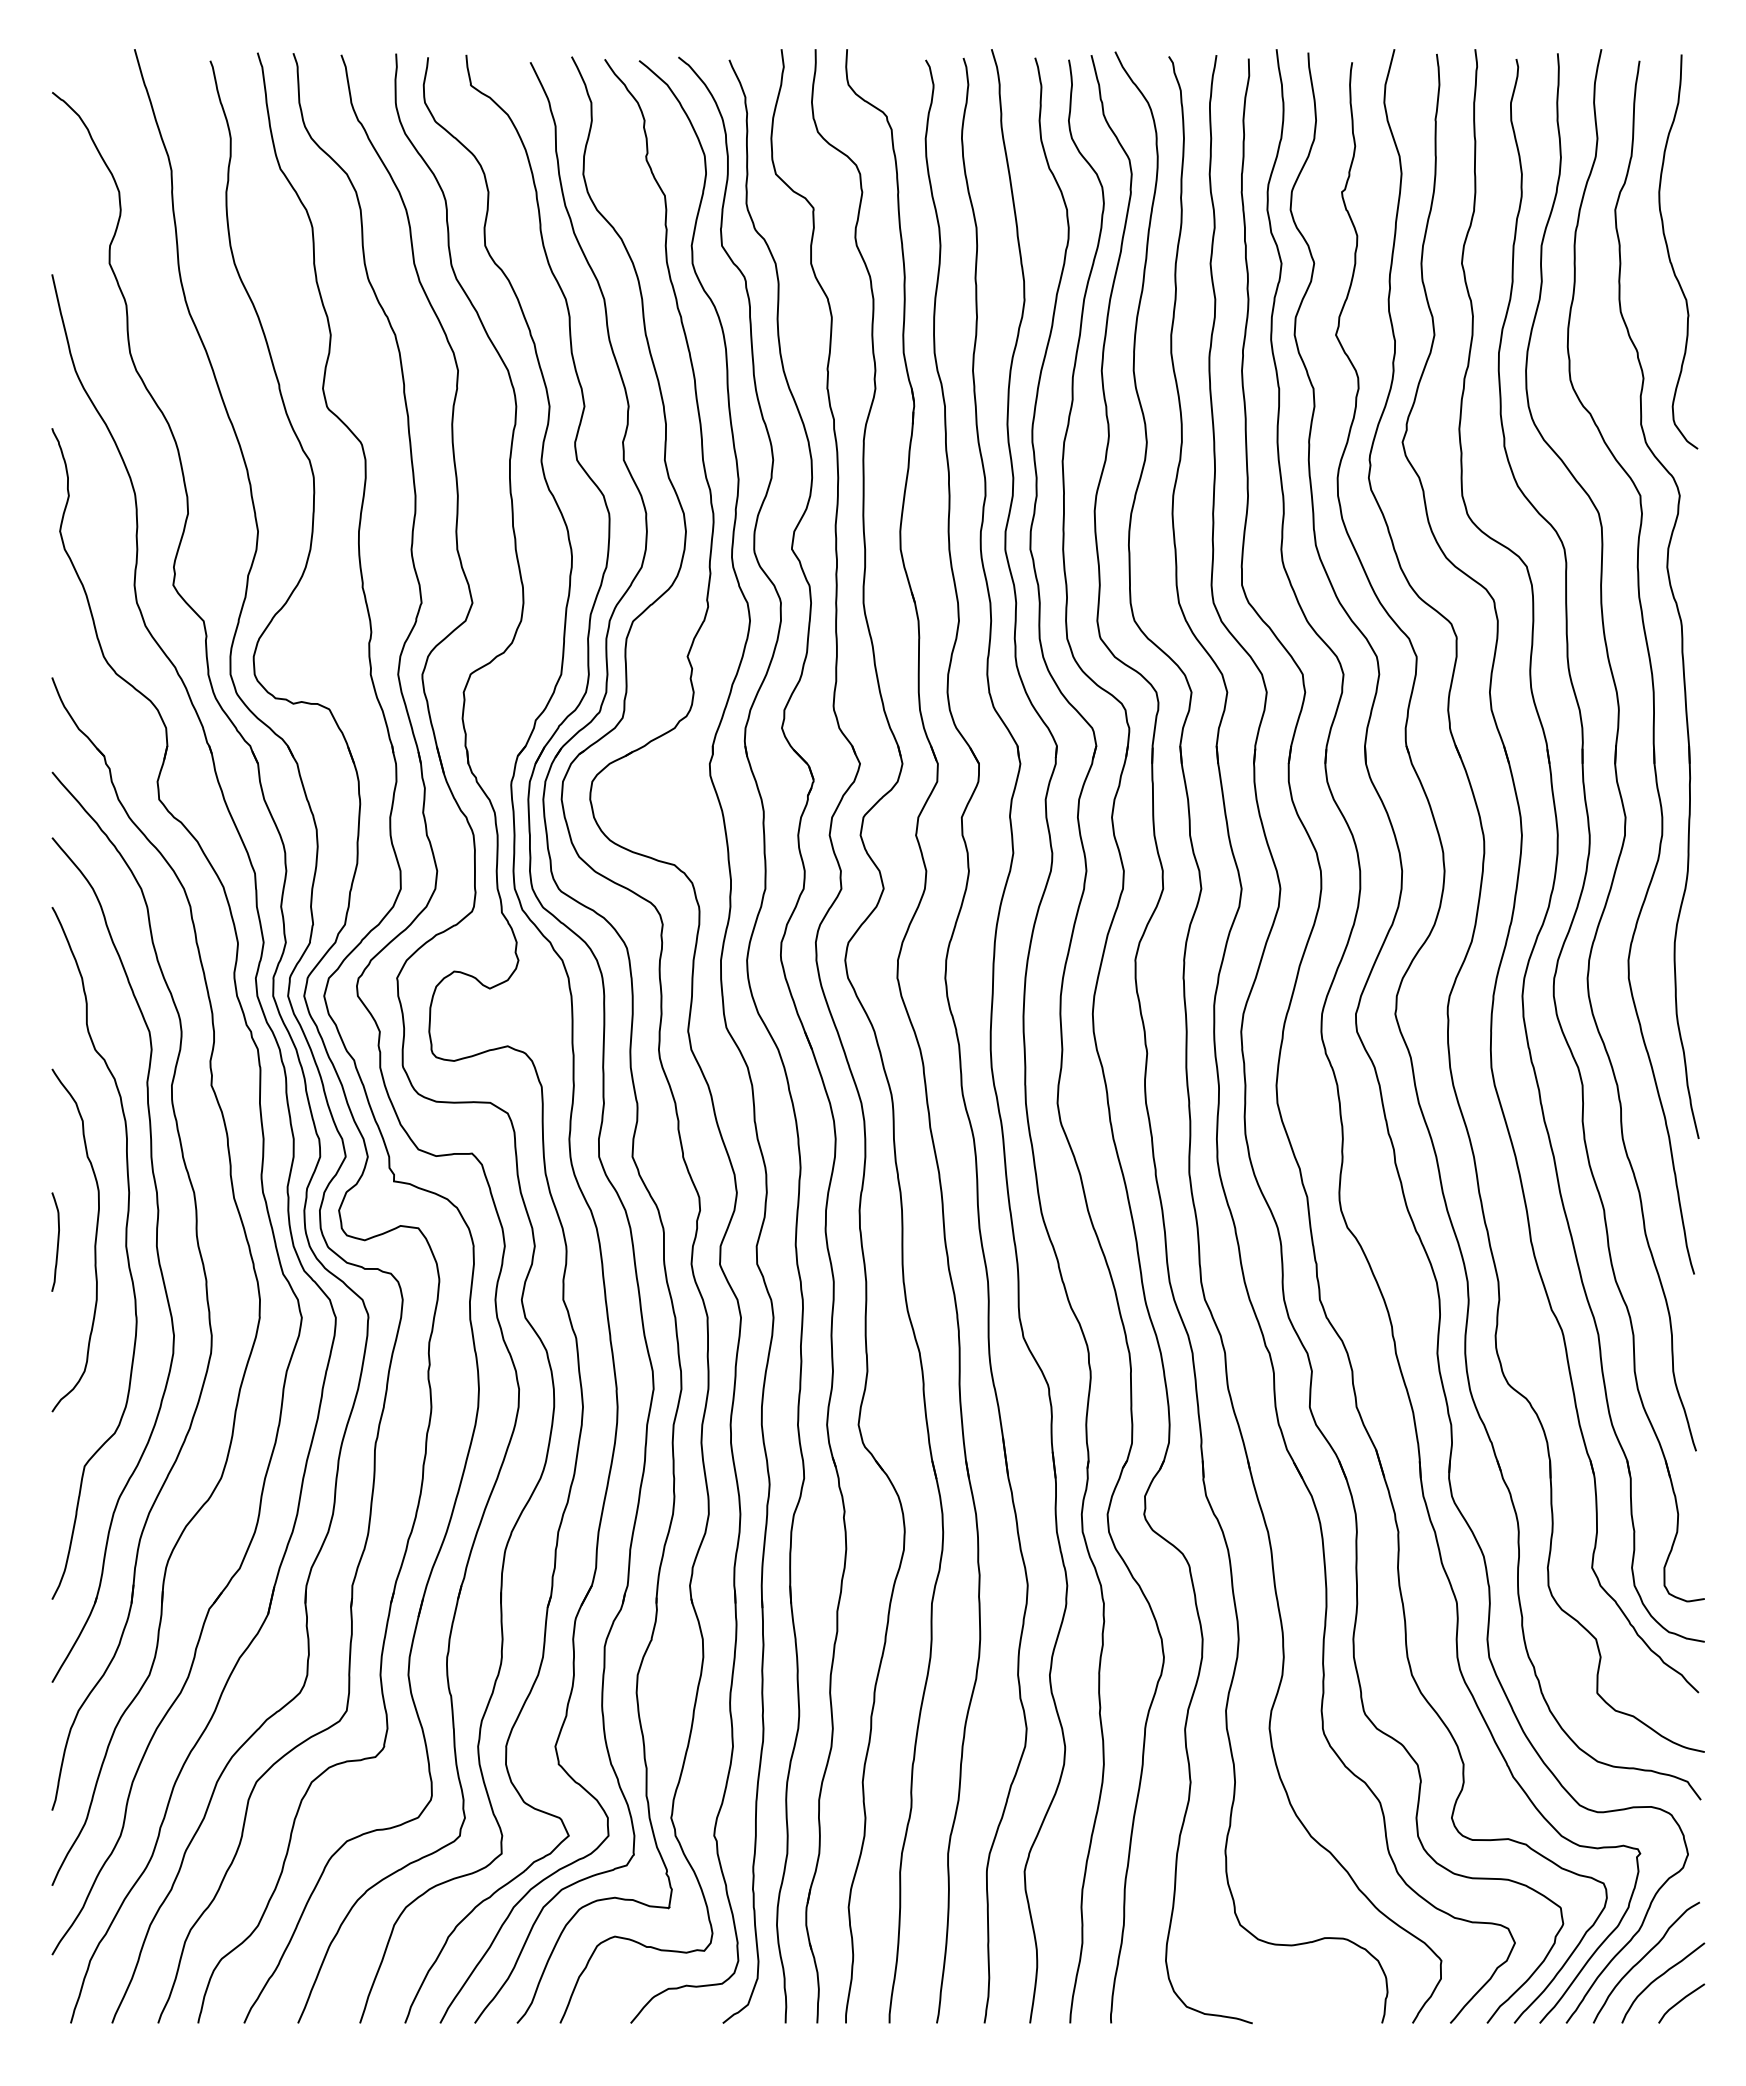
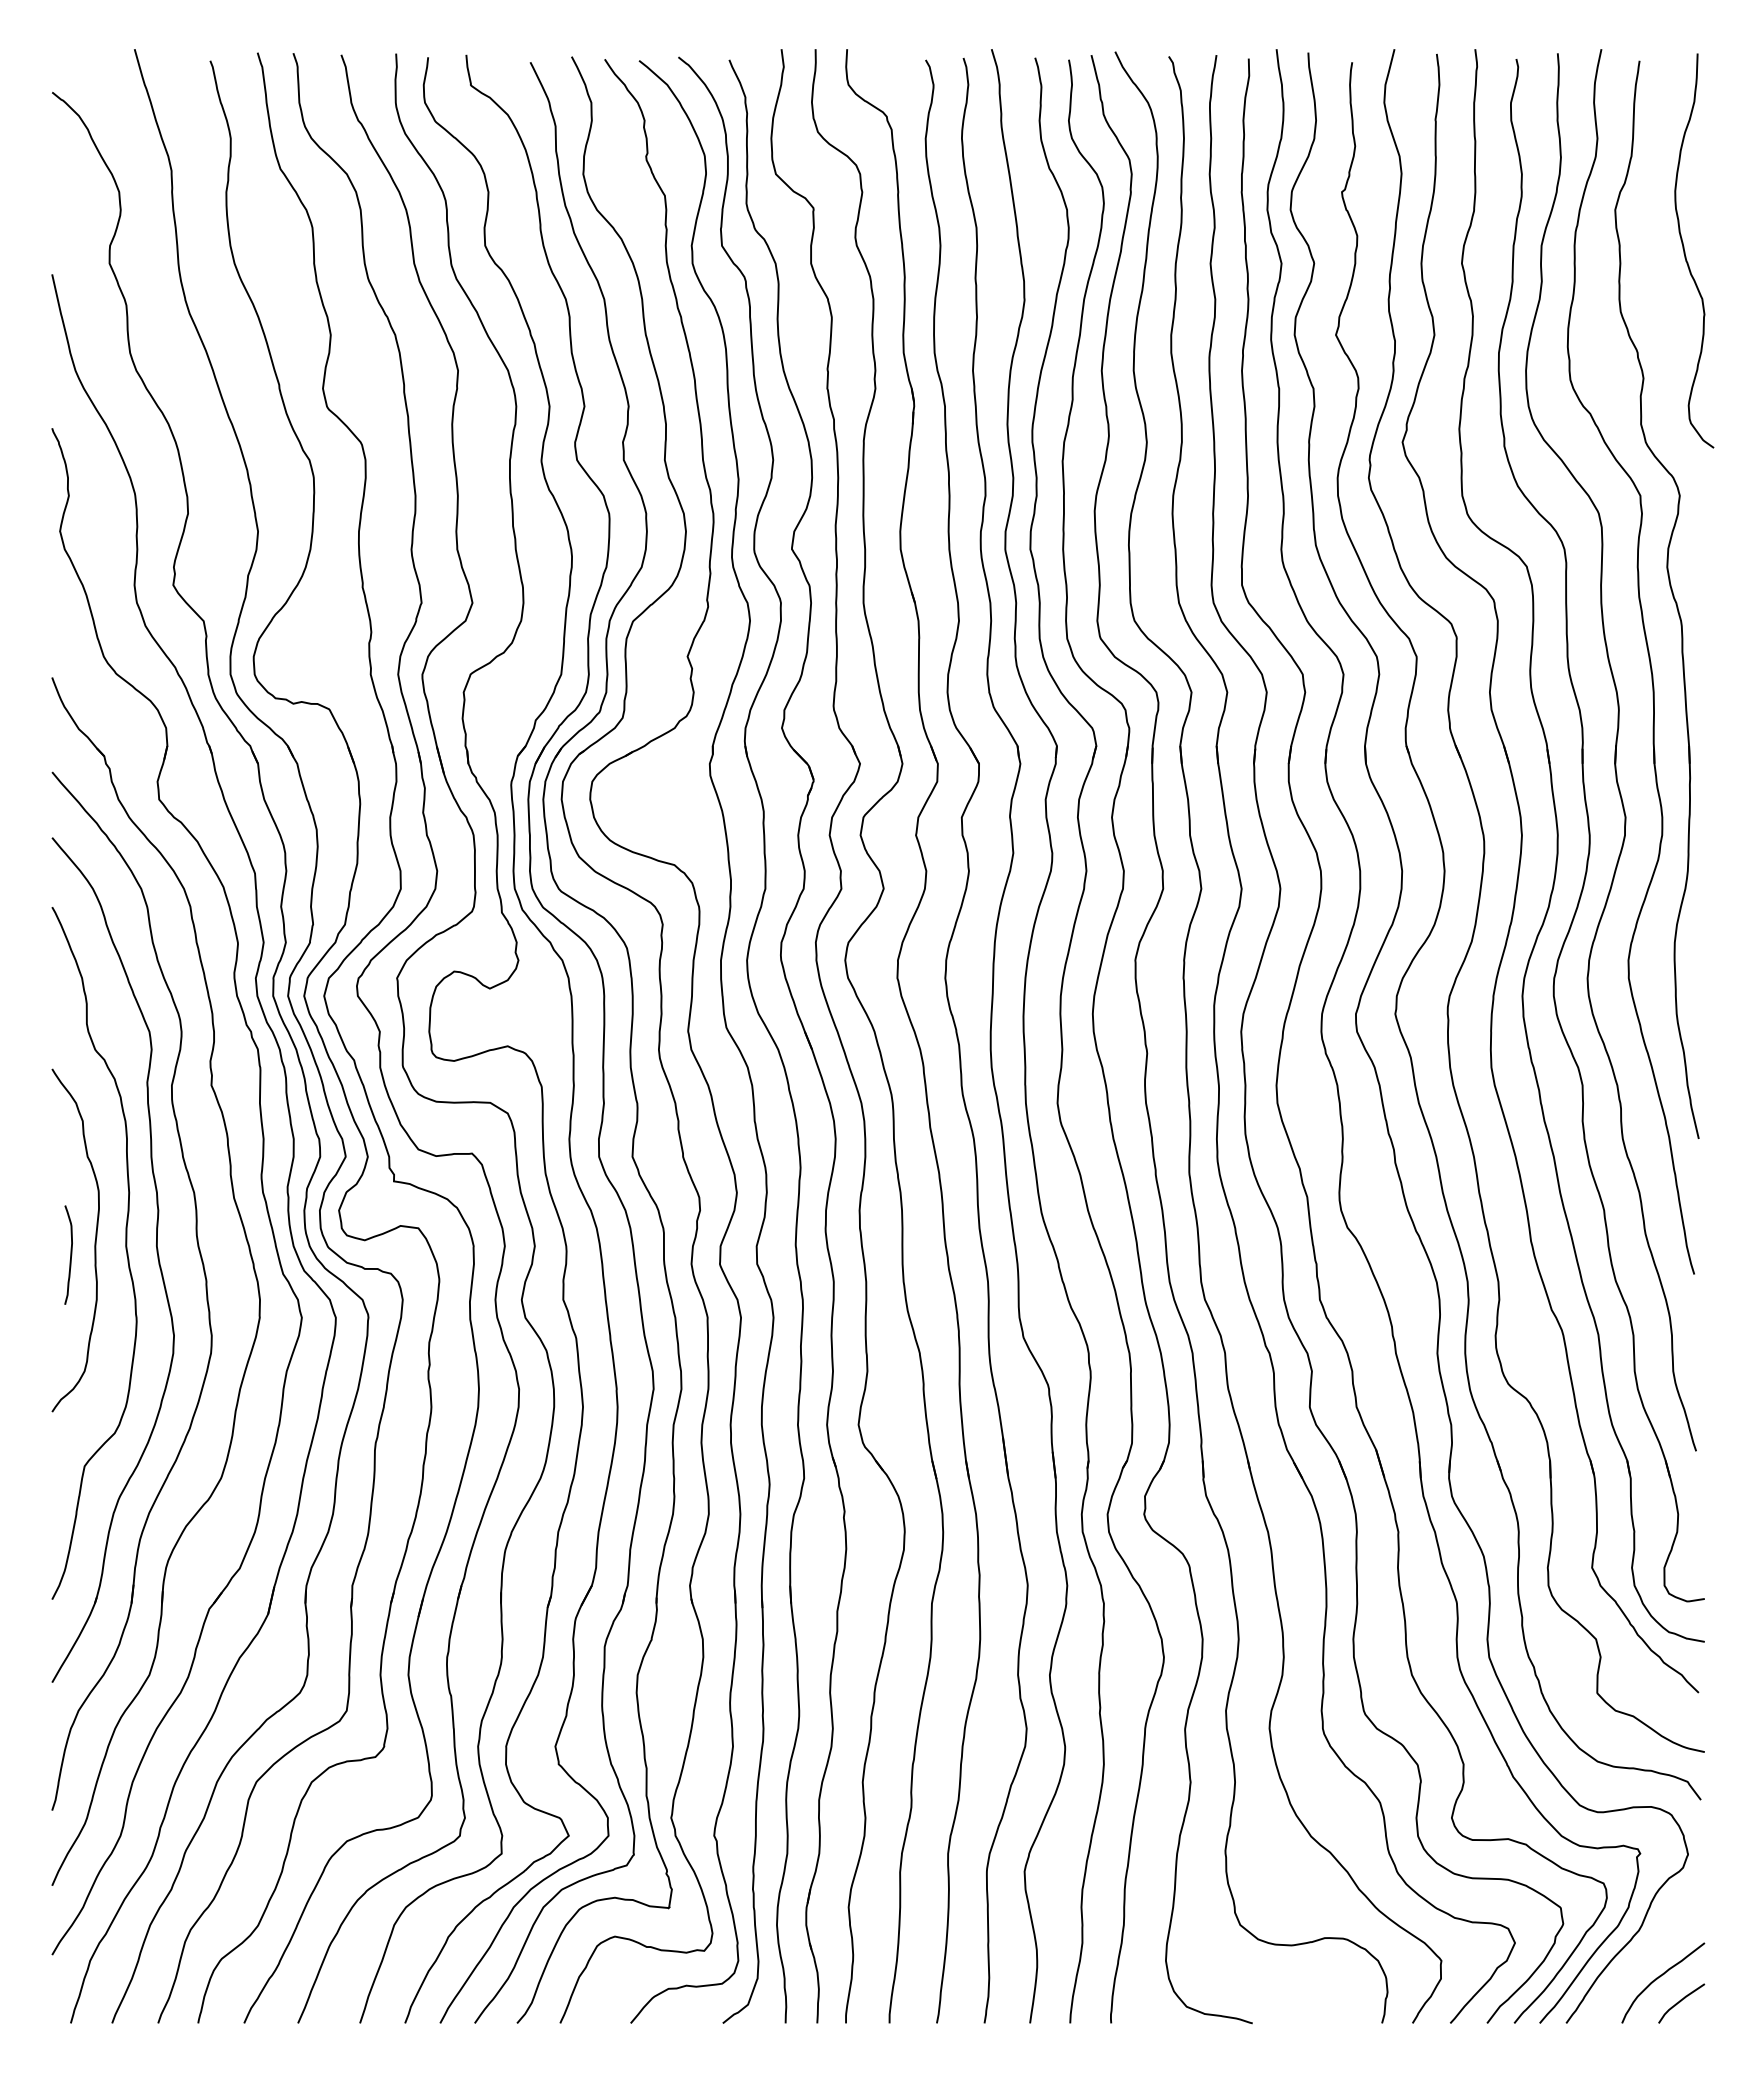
curve at (1669, 252) position: (1669, 252) -> (1685, 251)
curve at (57, 1241) position: (57, 1241) -> (70, 1254)
curve at (1642, 1959): present -> none
